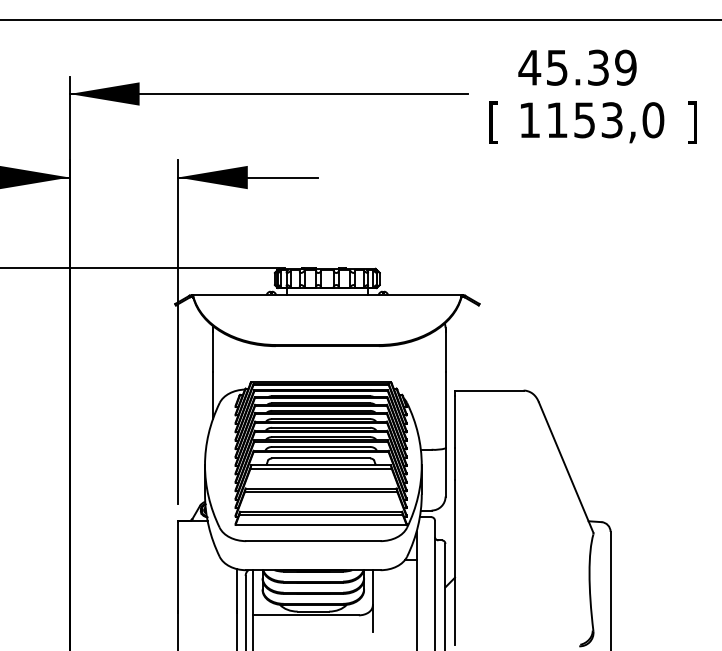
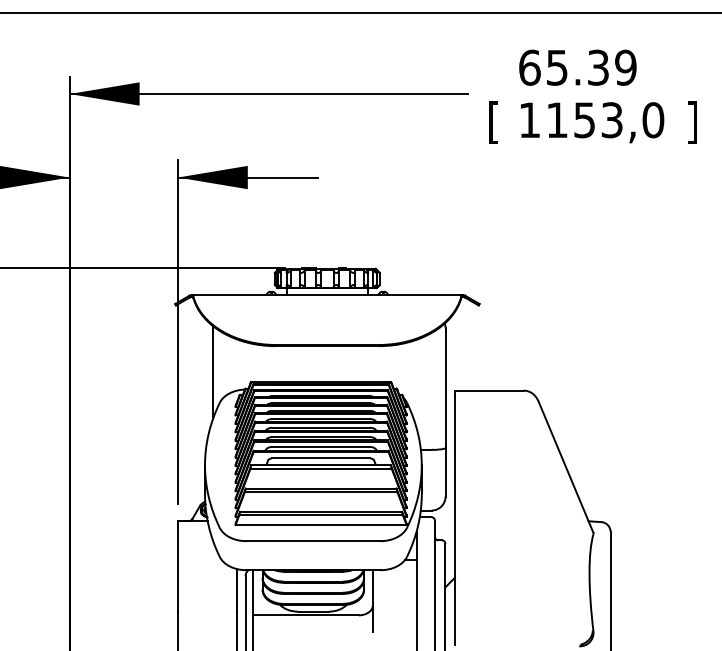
line at (360, 19) position: (360, 19) -> (360, 13)
text at (529, 67): 45.39 -> 65.39
